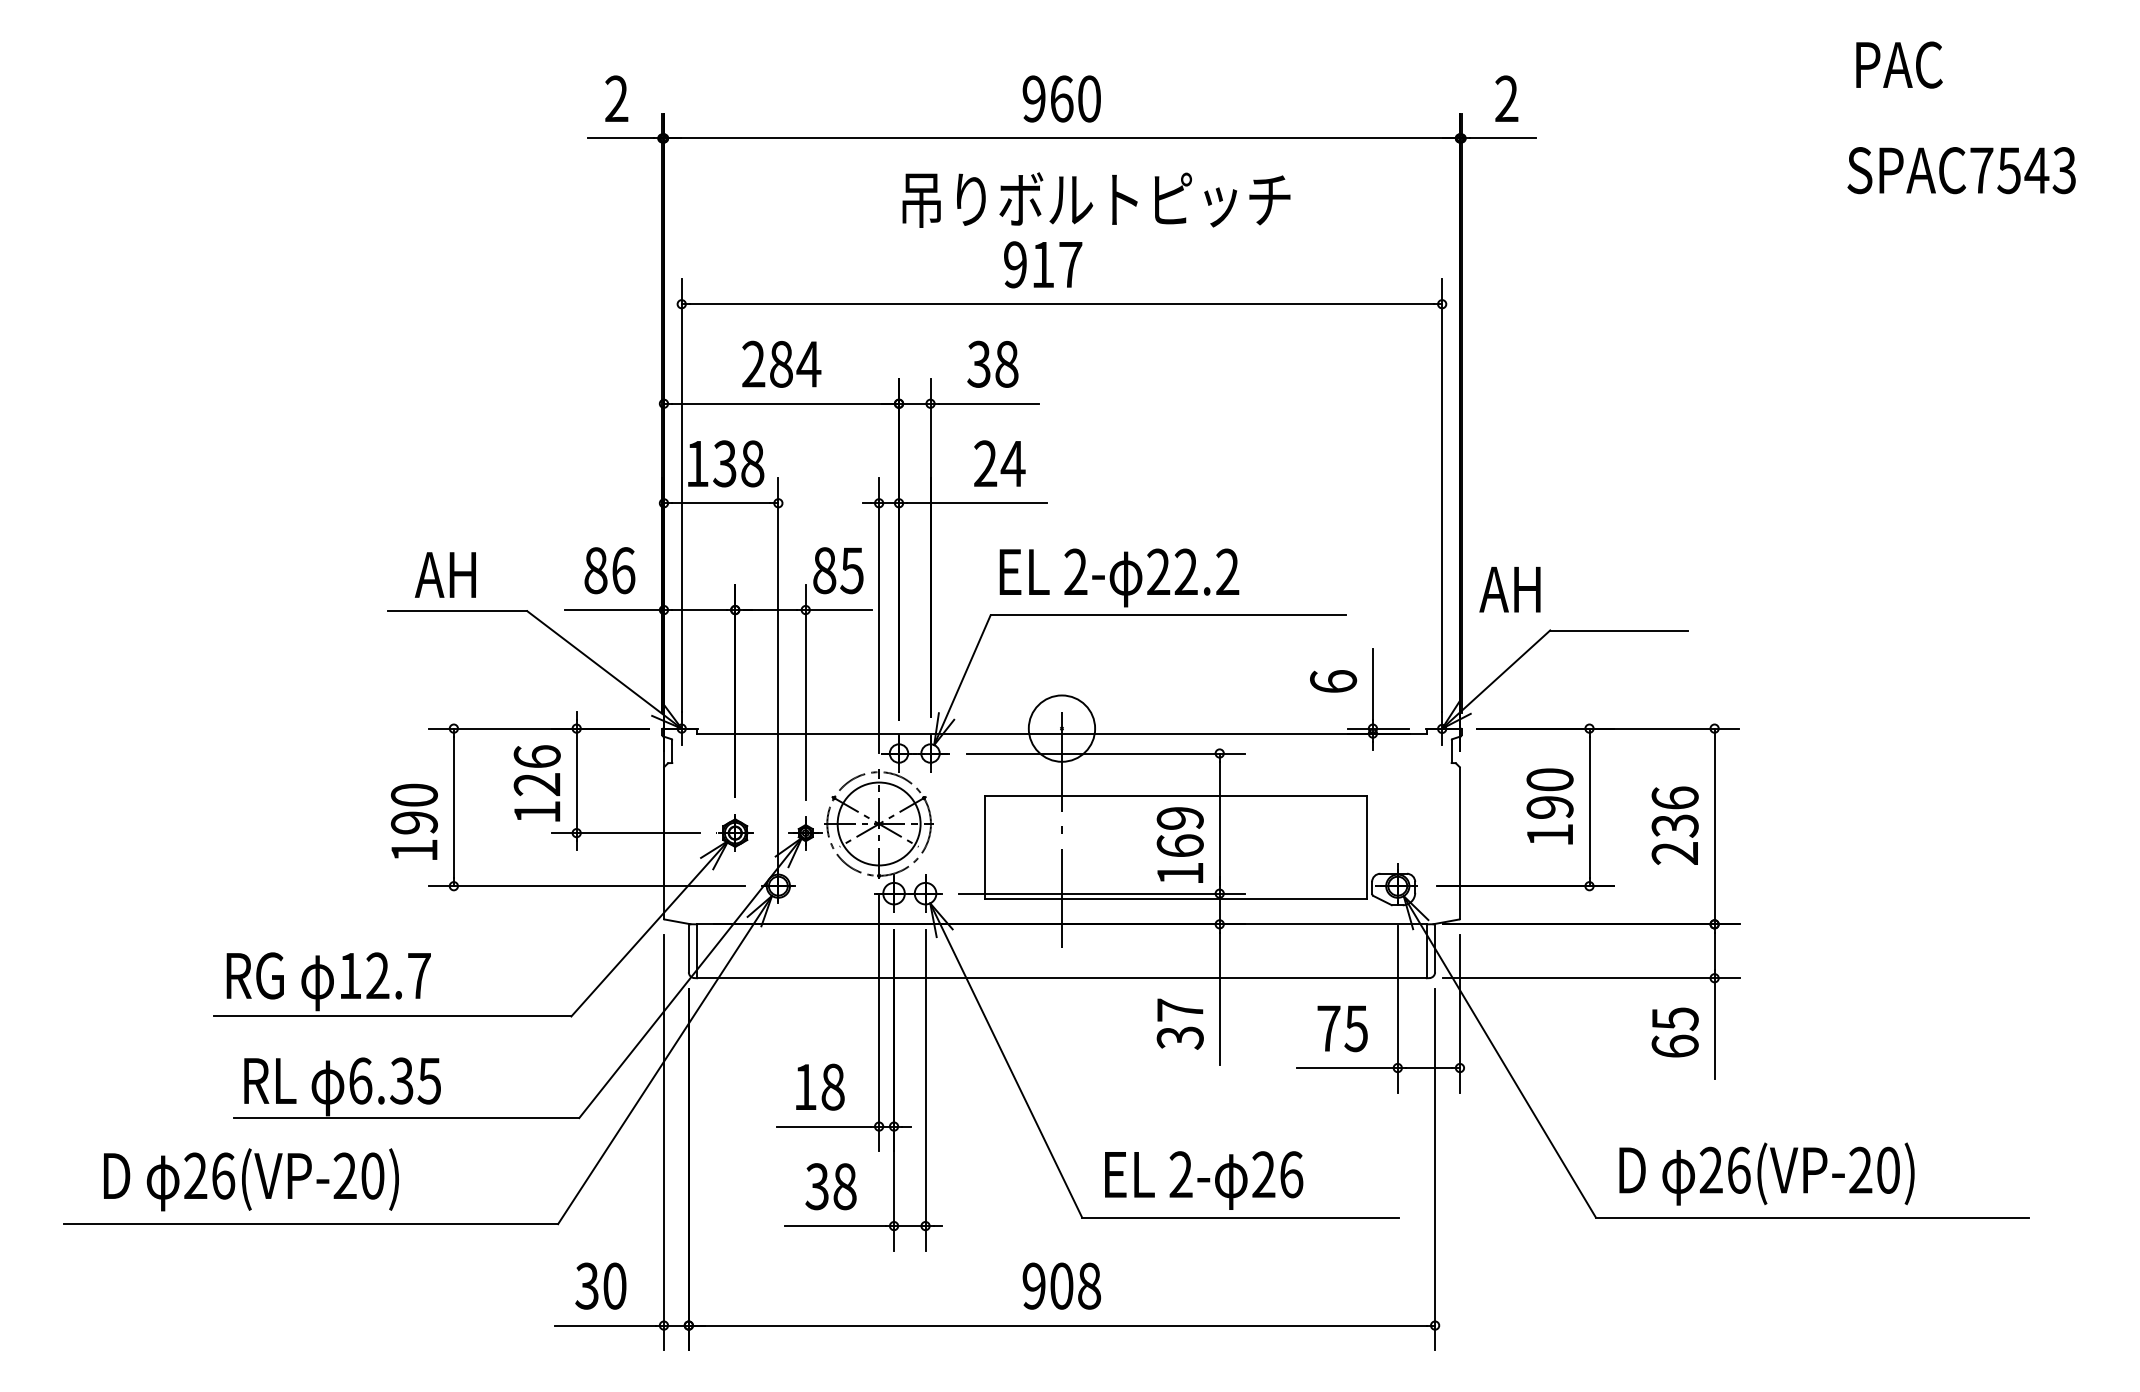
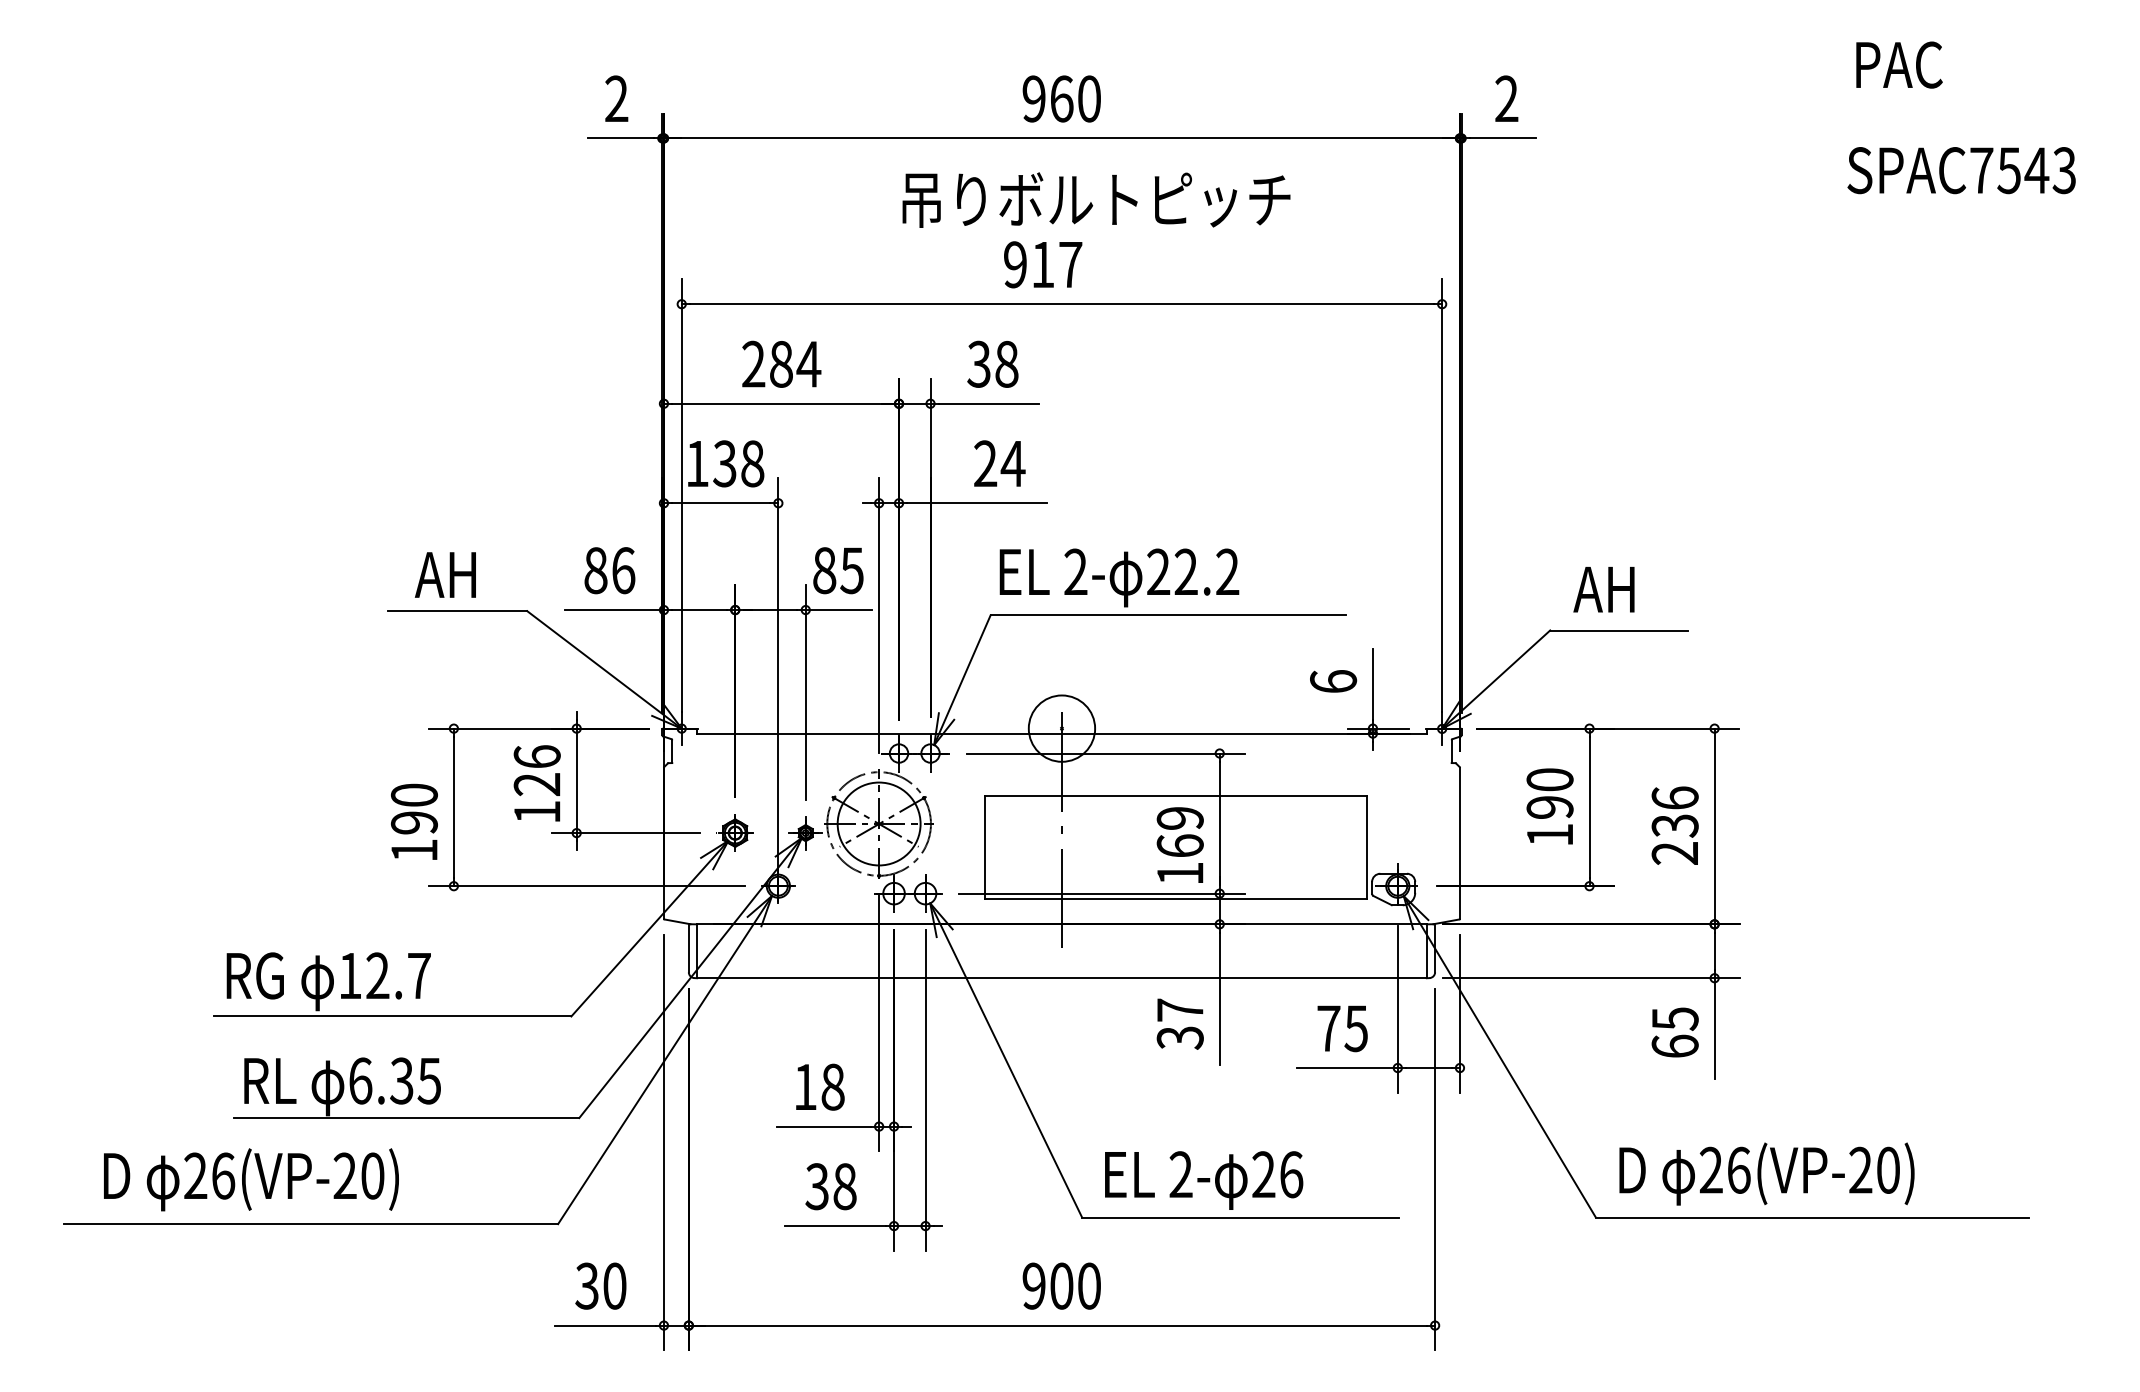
text at (1509, 589) position: (1509, 589) -> (1603, 589)
text at (1089, 1285): 908 -> 900
